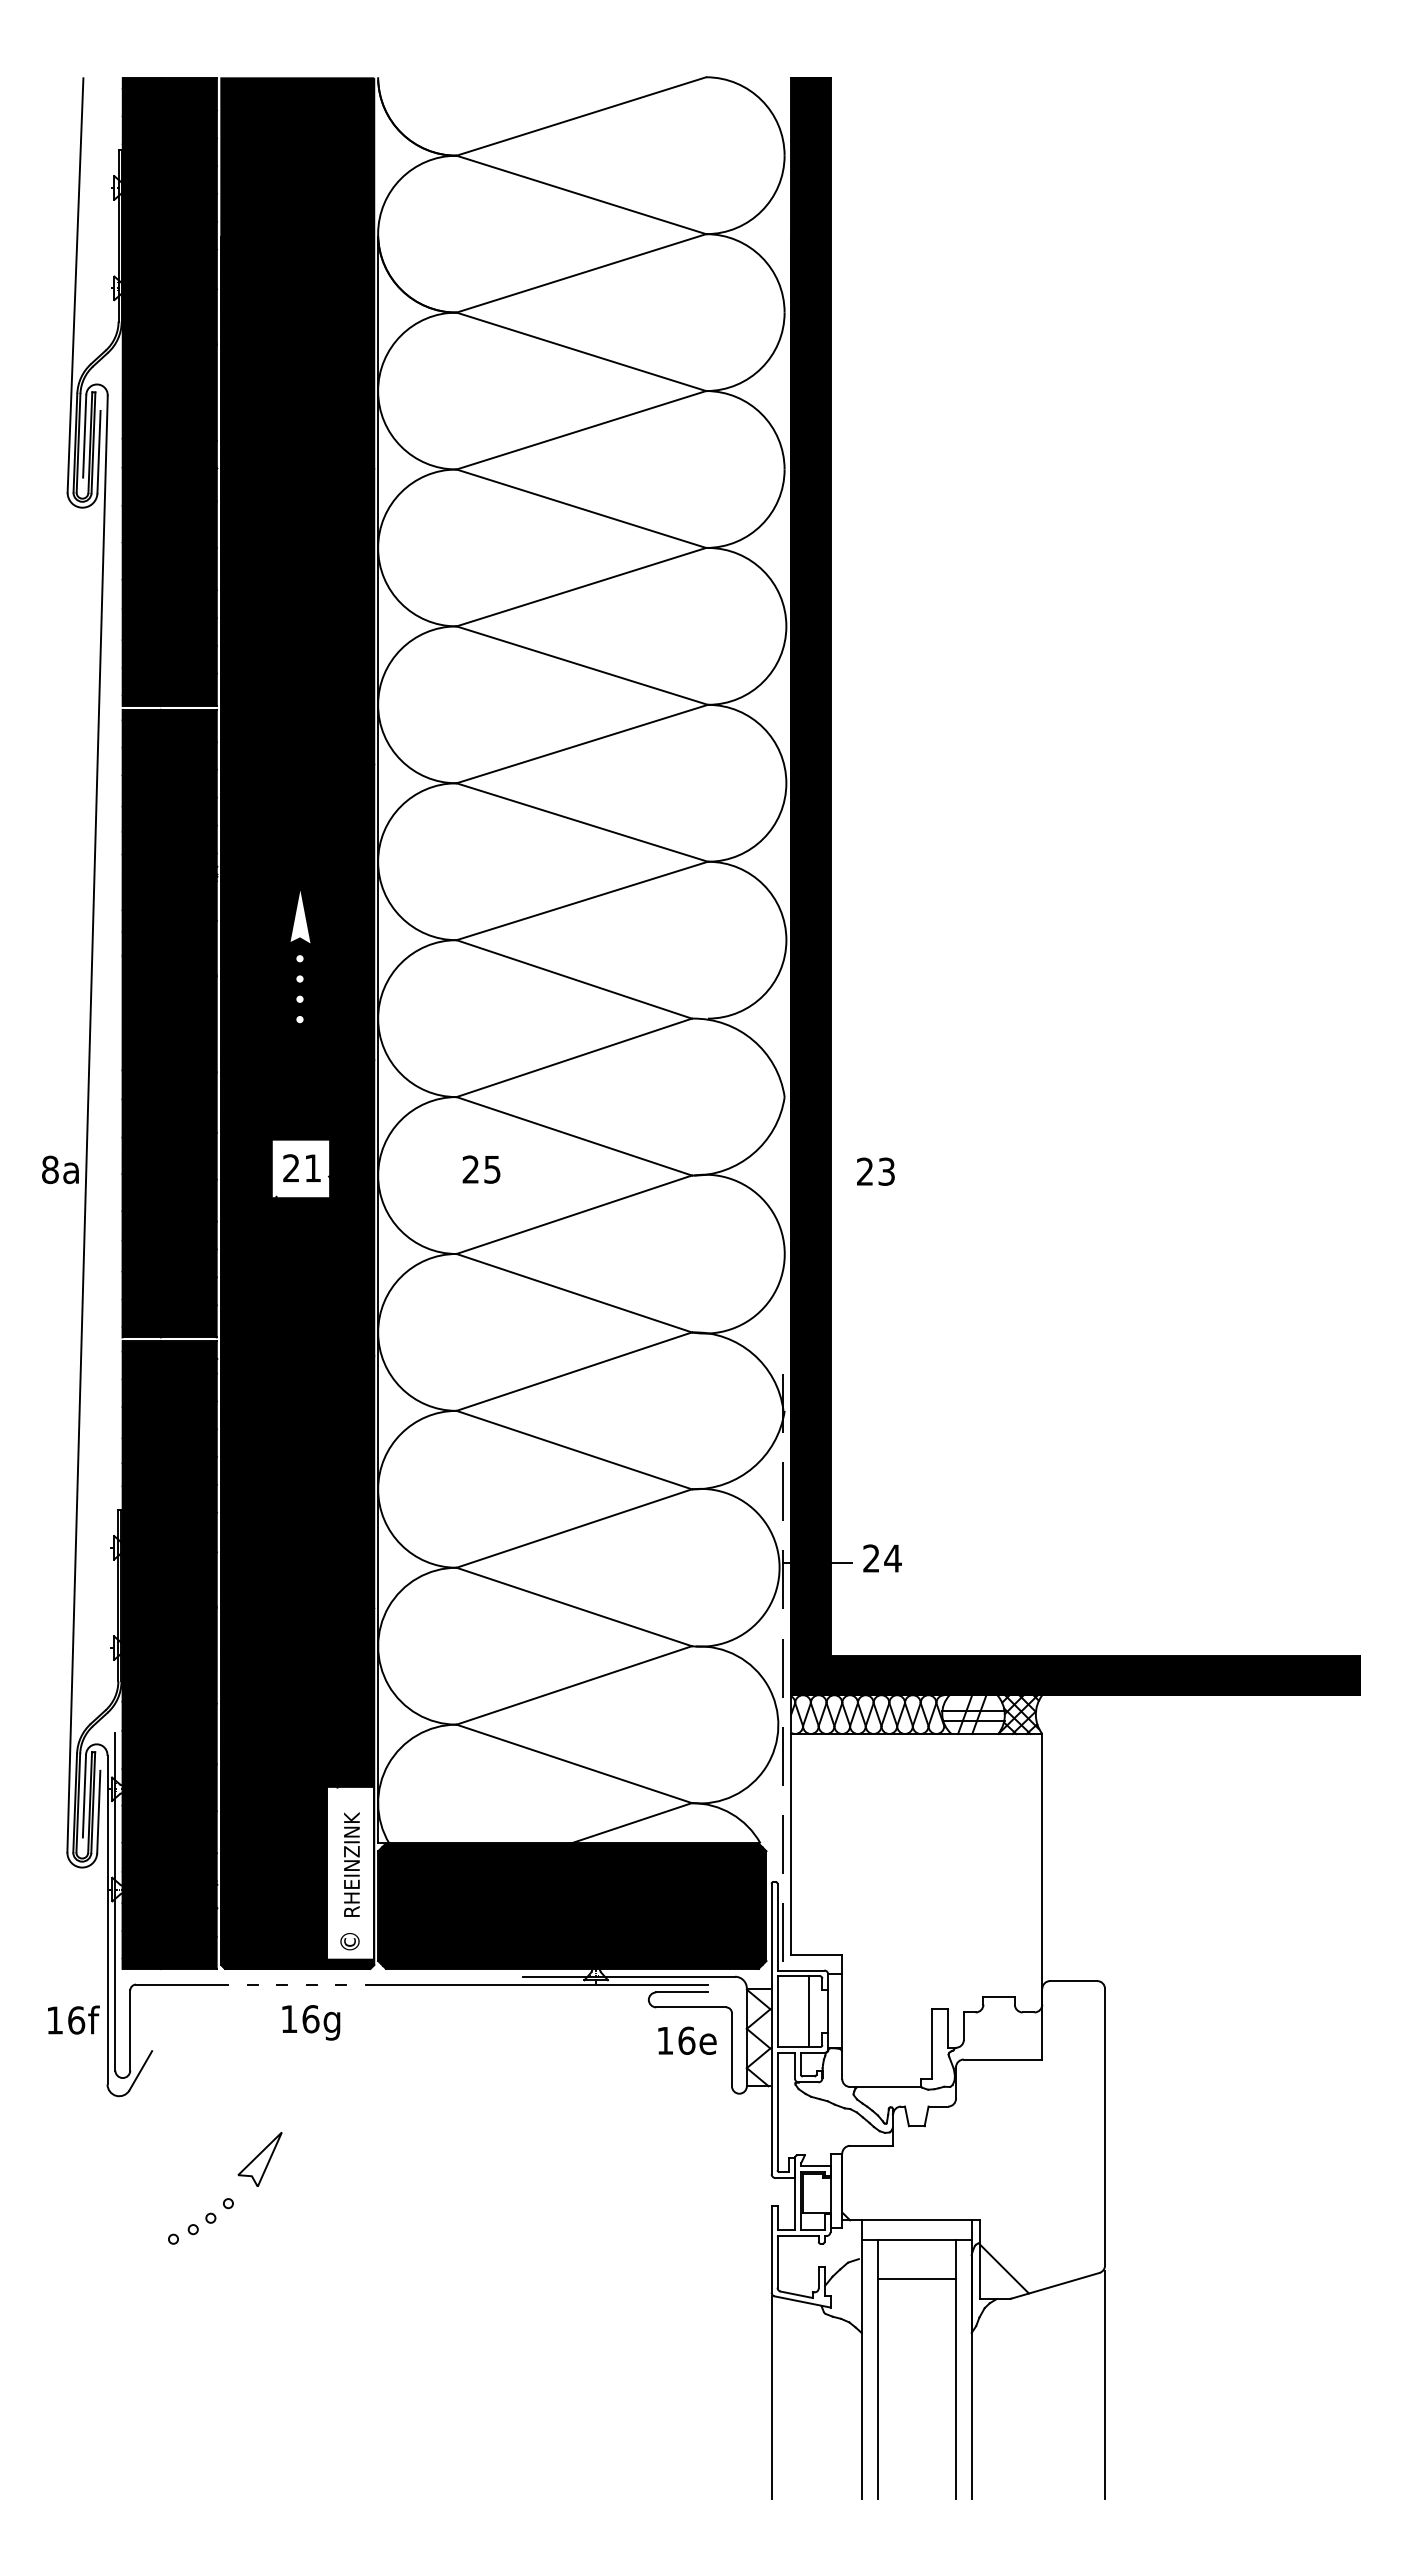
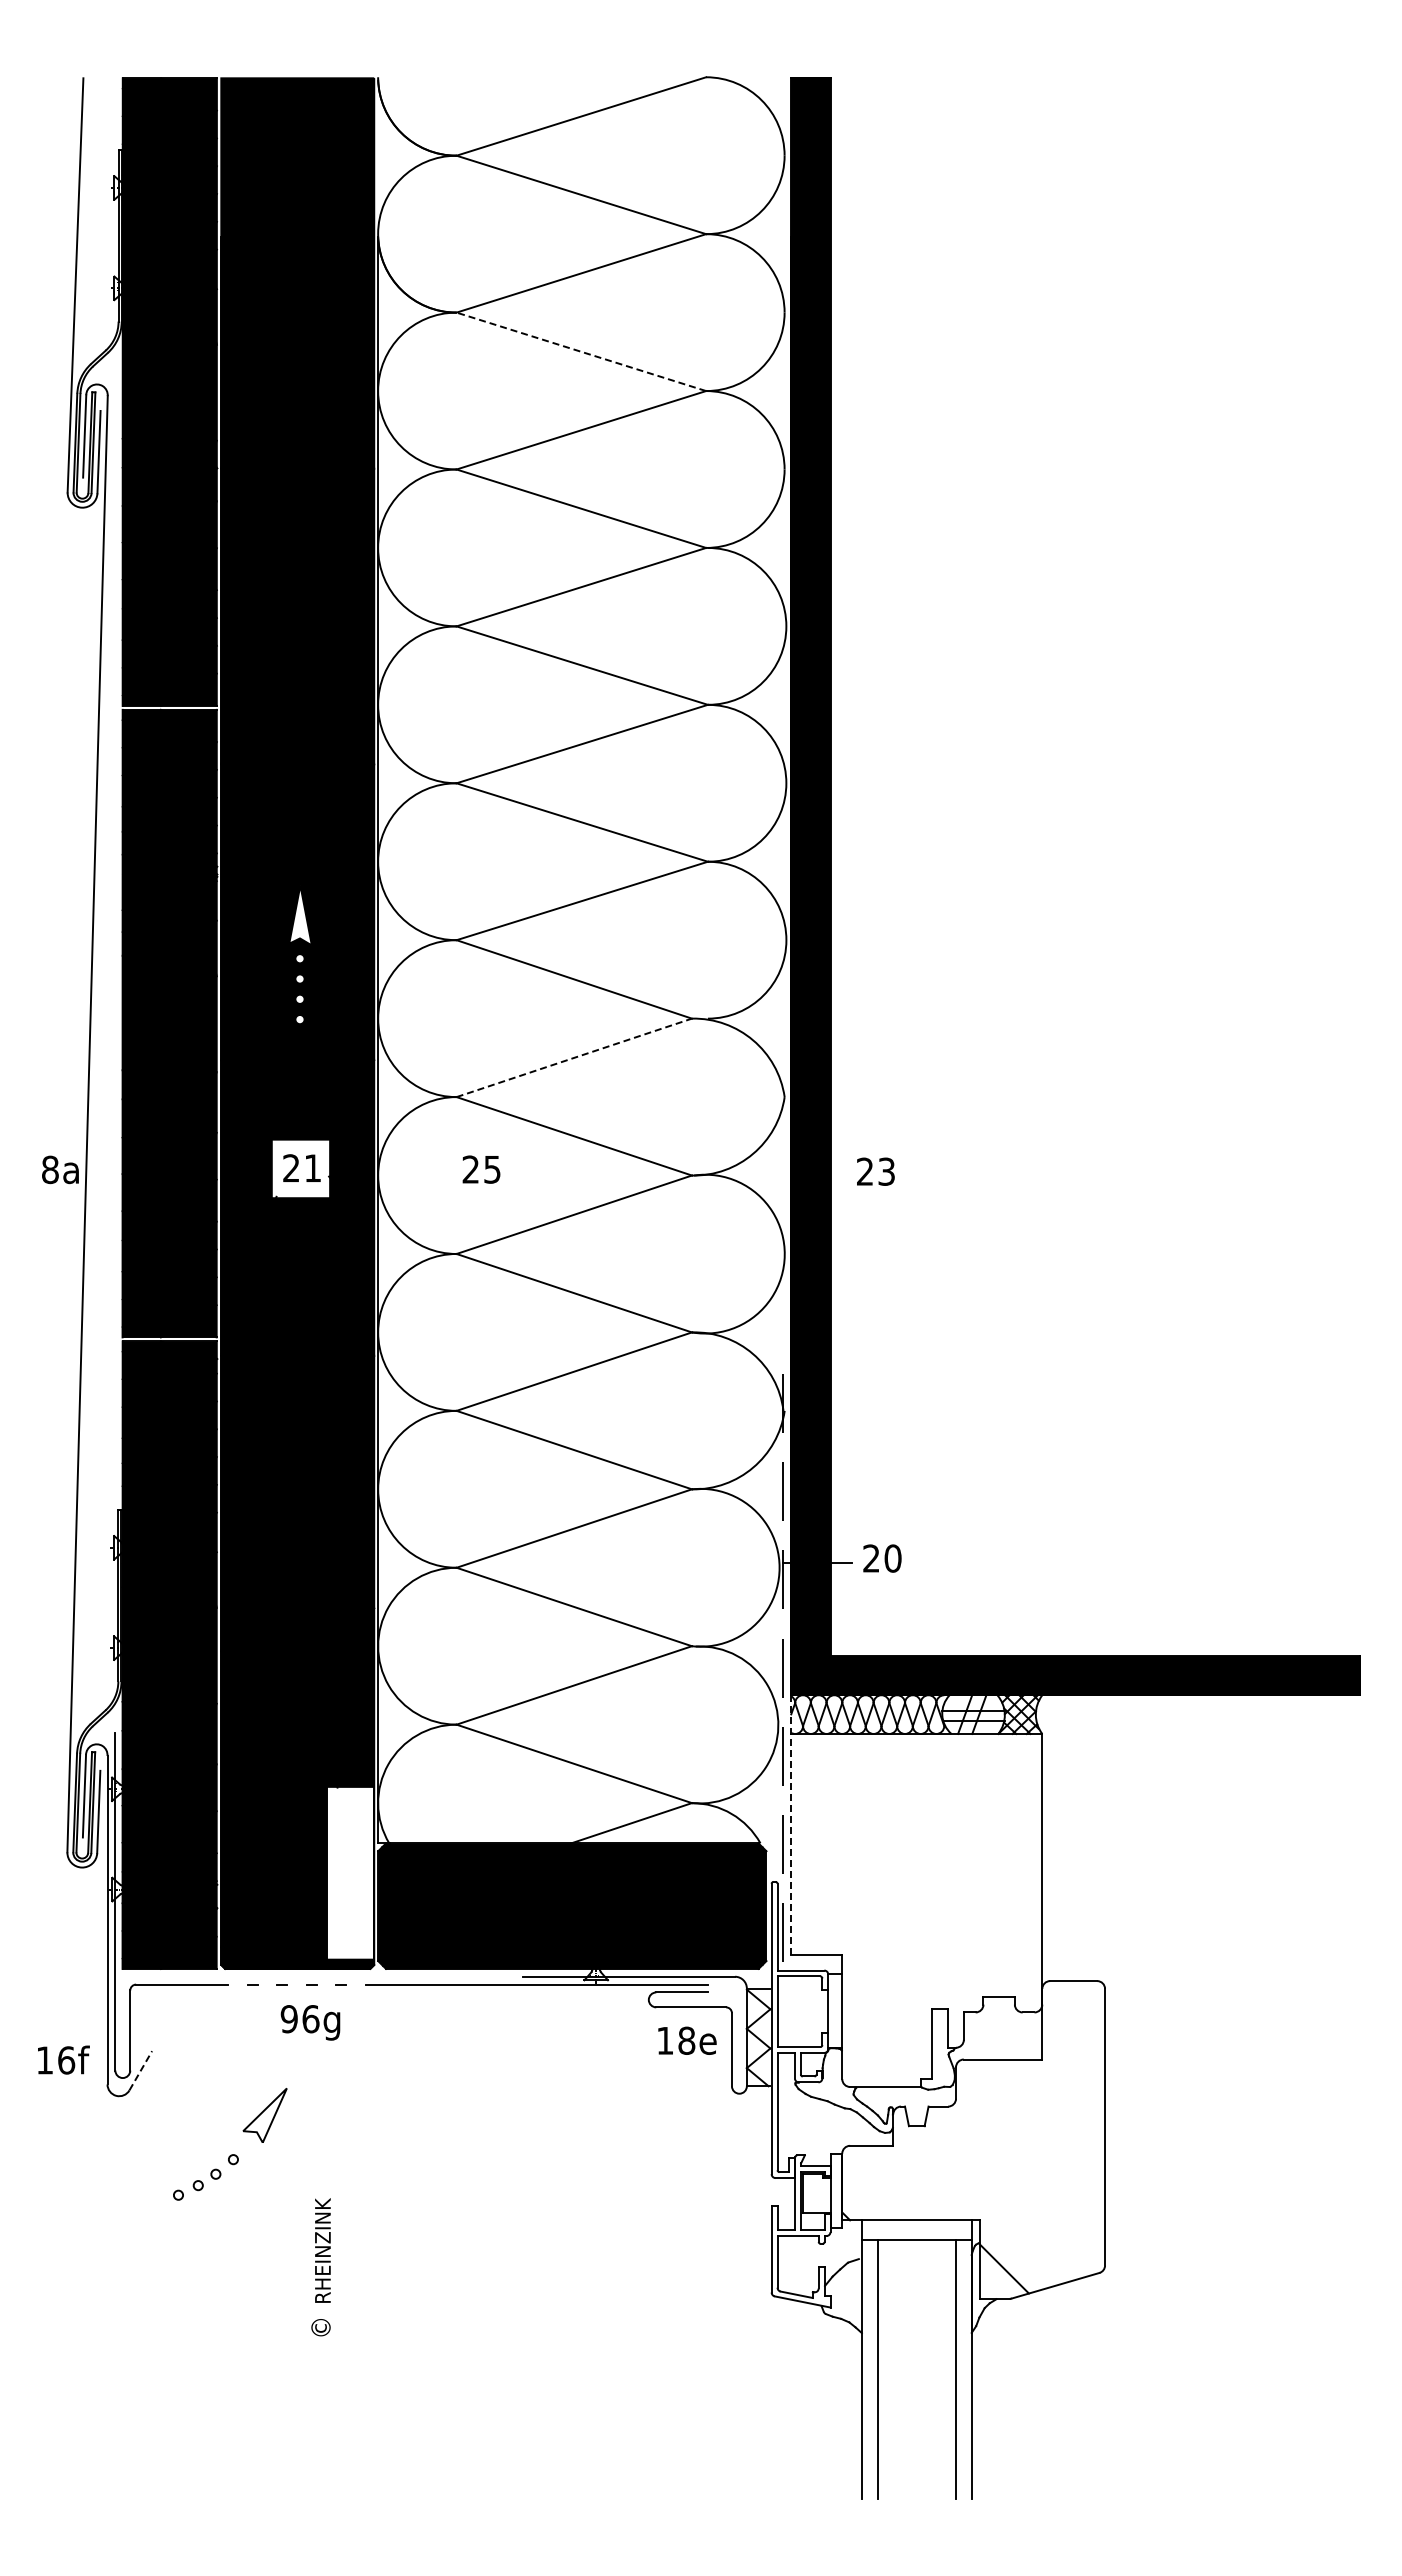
line at (581, 351): solid -> dashed
line at (574, 1057): solid -> dashed
text at (892, 1558): 24 -> 20
line at (791, 1824): solid -> dashed
text at (349, 1881) position: (349, 1881) -> (320, 2267)
line at (808, 2011): present -> none
text at (73, 2019) position: (73, 2019) -> (63, 2059)
text at (288, 2019): 16g -> 96g
text at (686, 2040): 16e -> 18e
line at (140, 2070): solid -> dashed
part at (226, 2198) position: (226, 2198) -> (231, 2154)
line at (916, 2279): present -> none
line at (1105, 2384): present -> none
line at (771, 2396): present -> none
